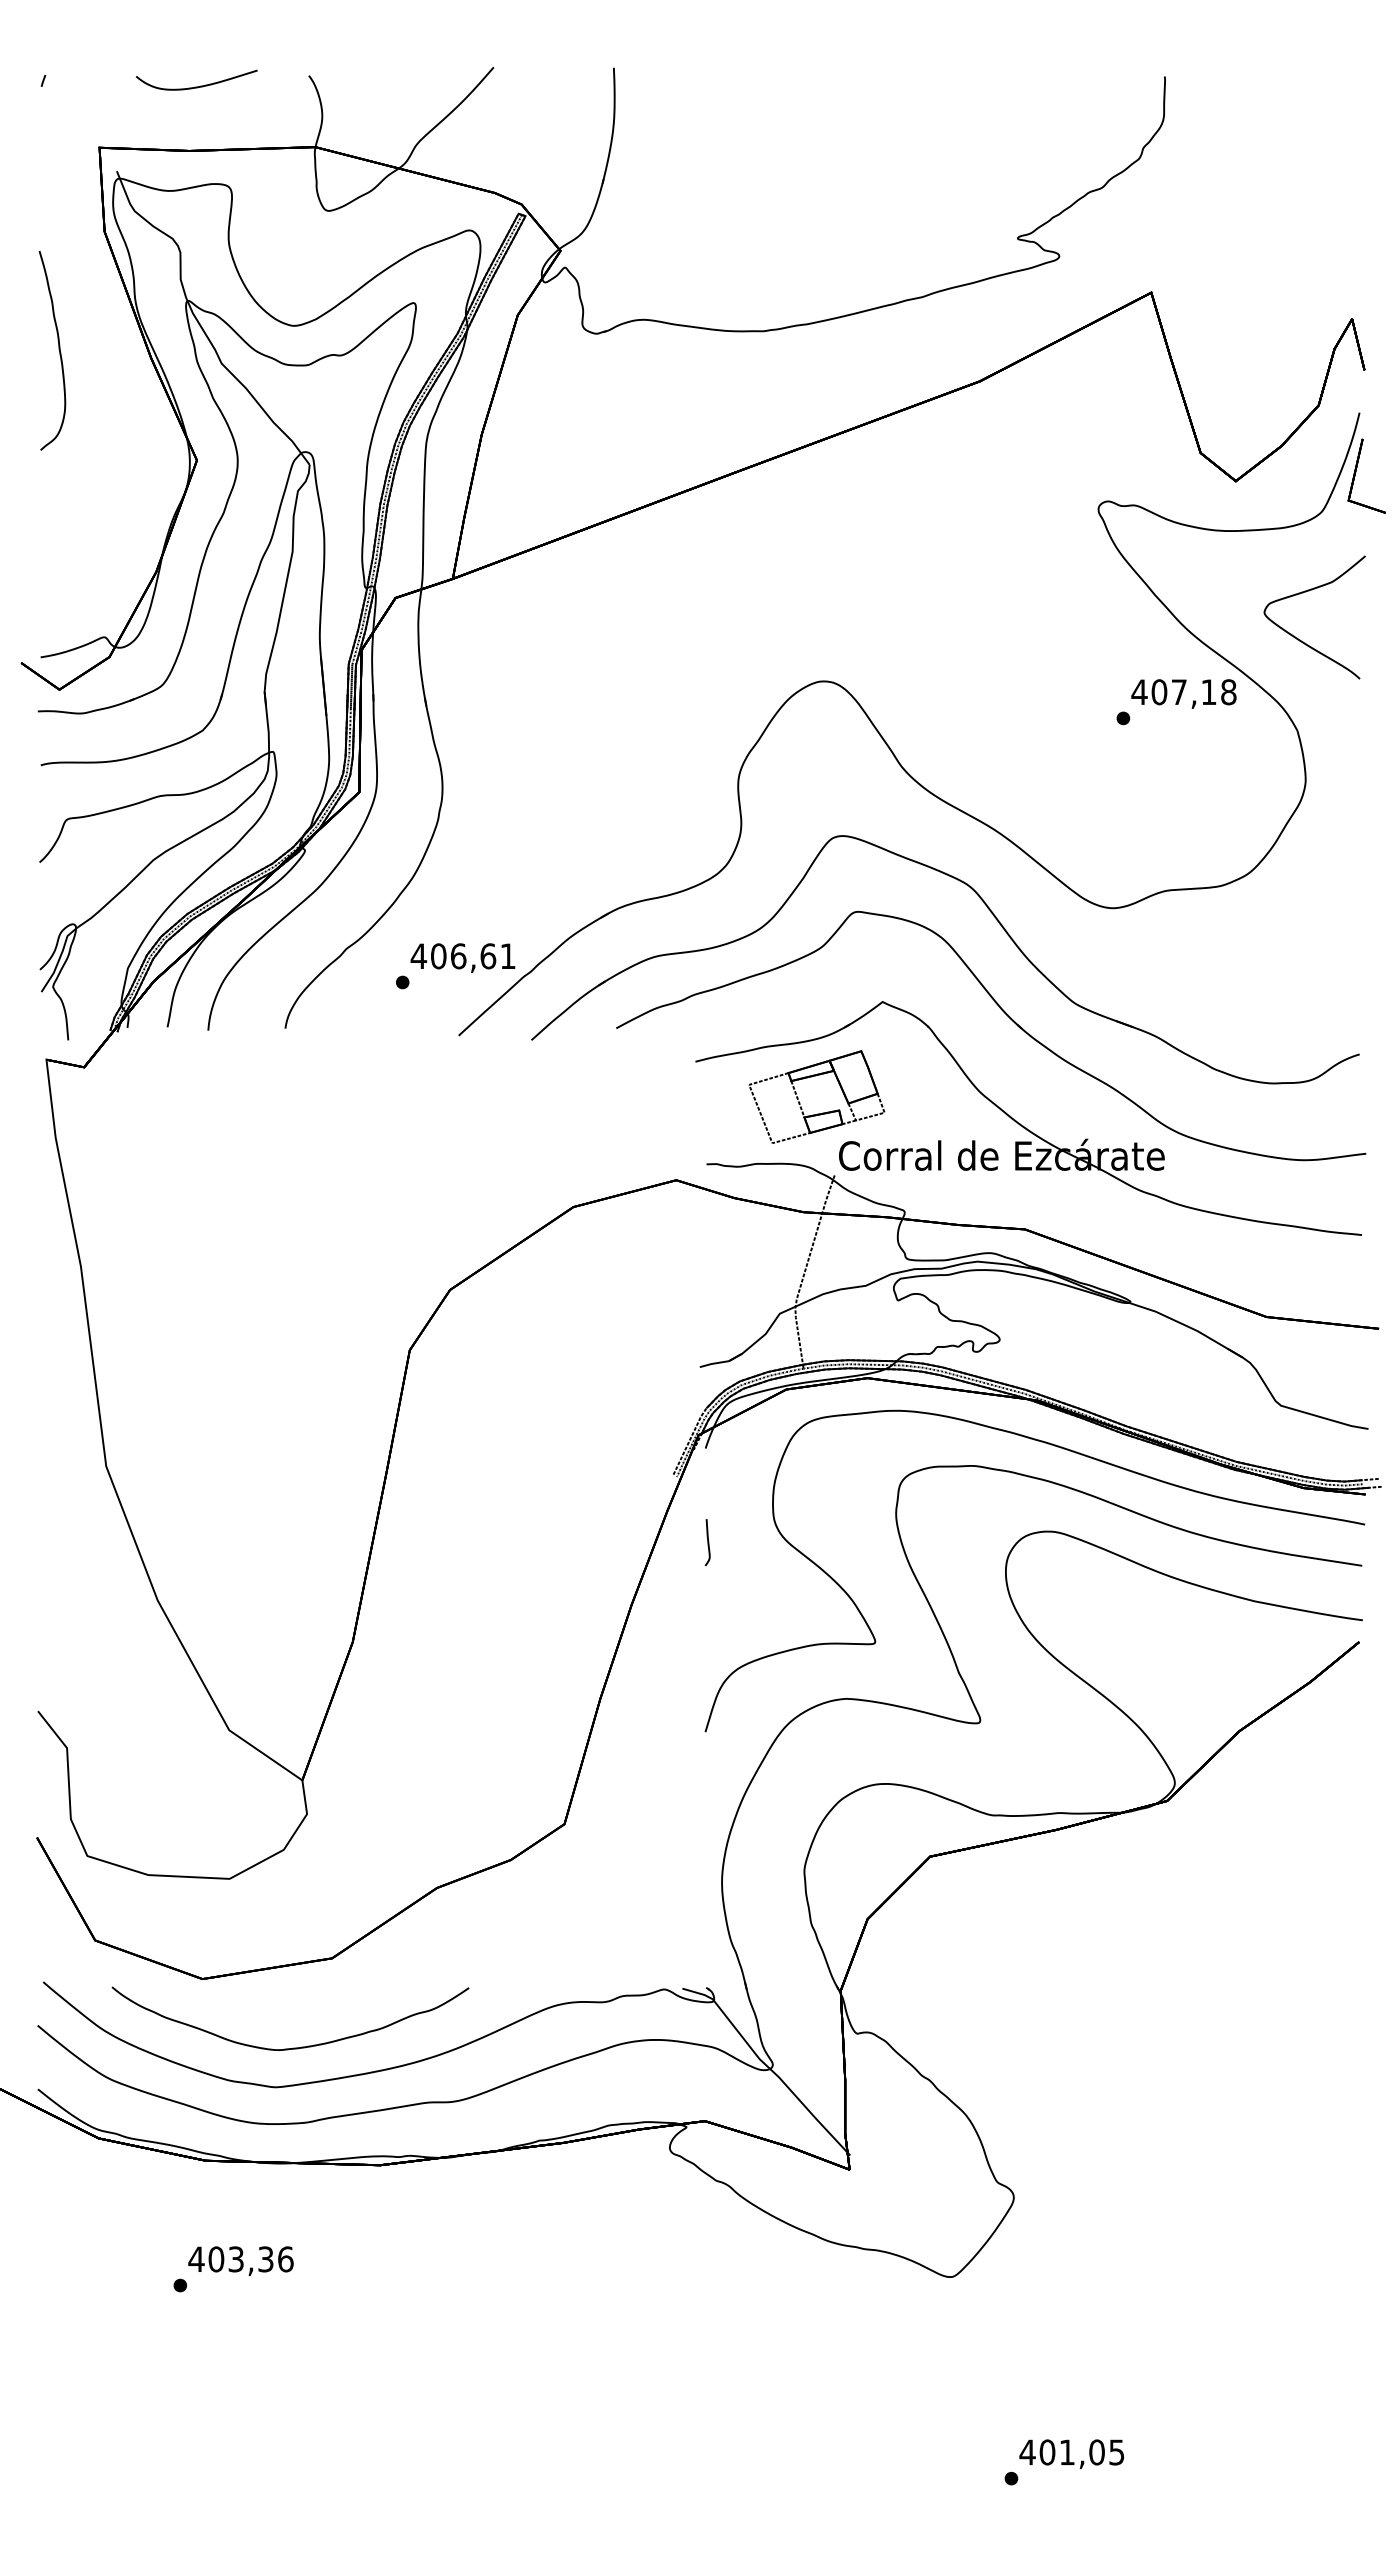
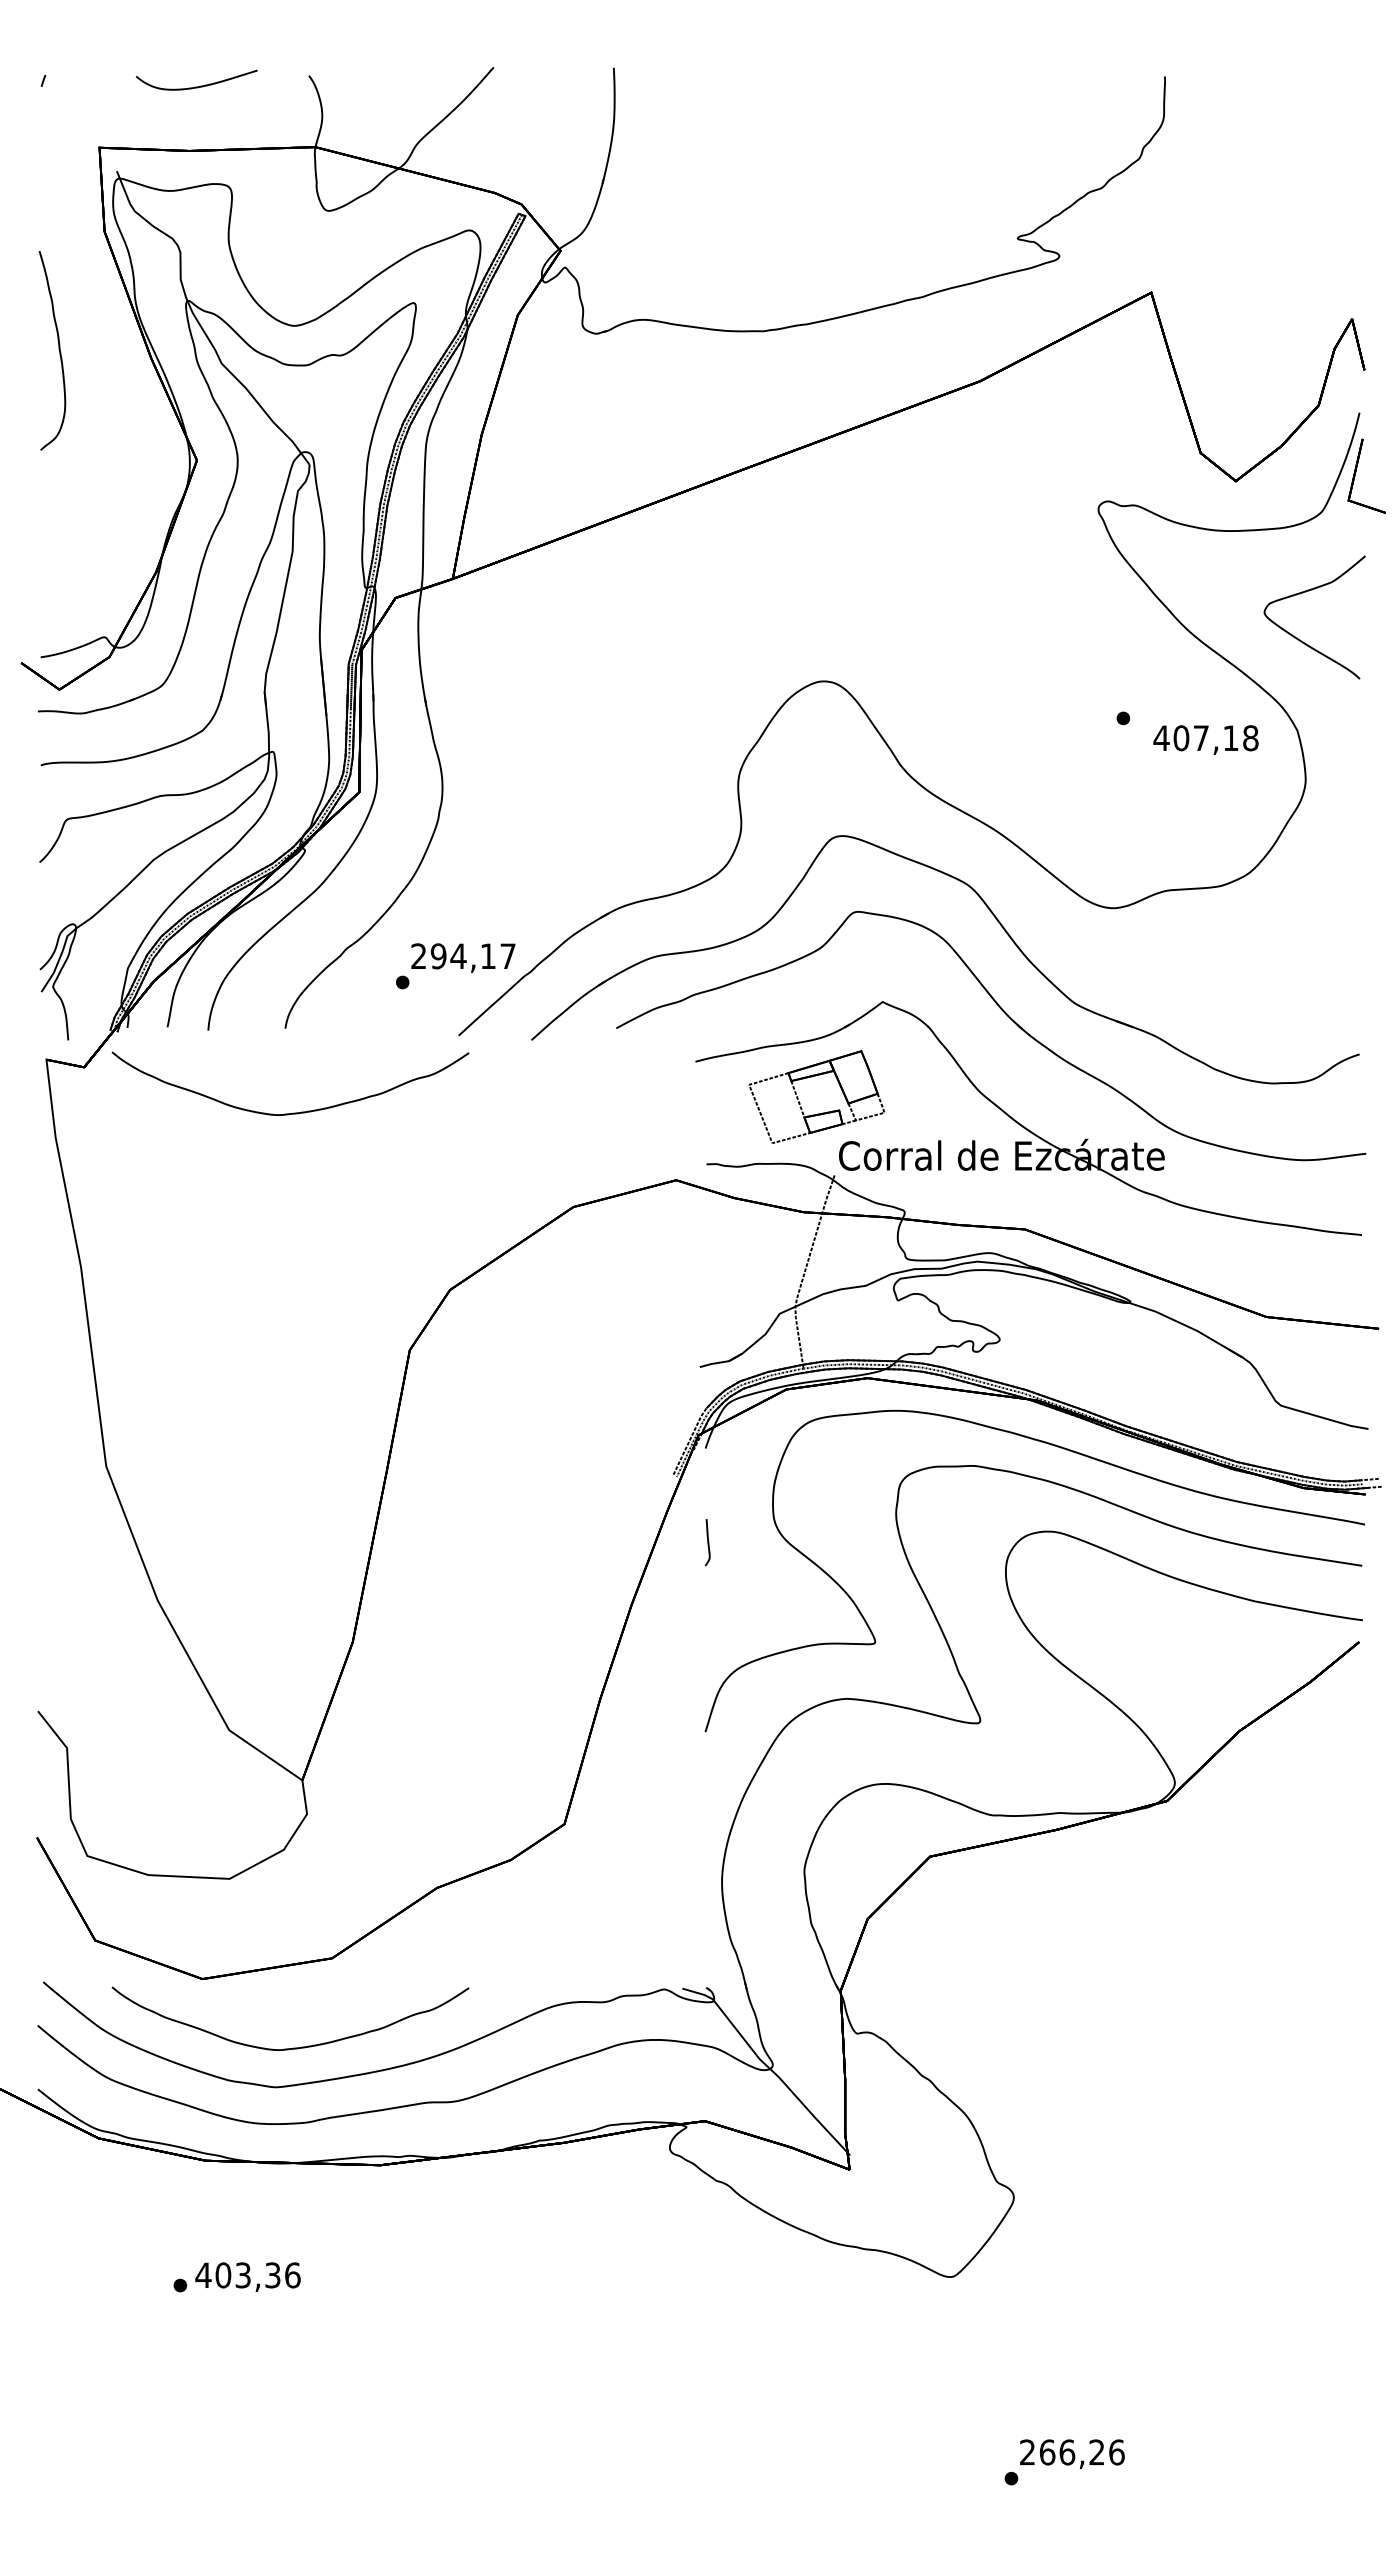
text at (1183, 693) position: (1183, 693) -> (1205, 739)
text at (462, 956): 406,61 -> 294,17
part at (292, 1112): none -> present
text at (240, 2260) position: (240, 2260) -> (247, 2276)
text at (1071, 2452): 401,05 -> 266,26
